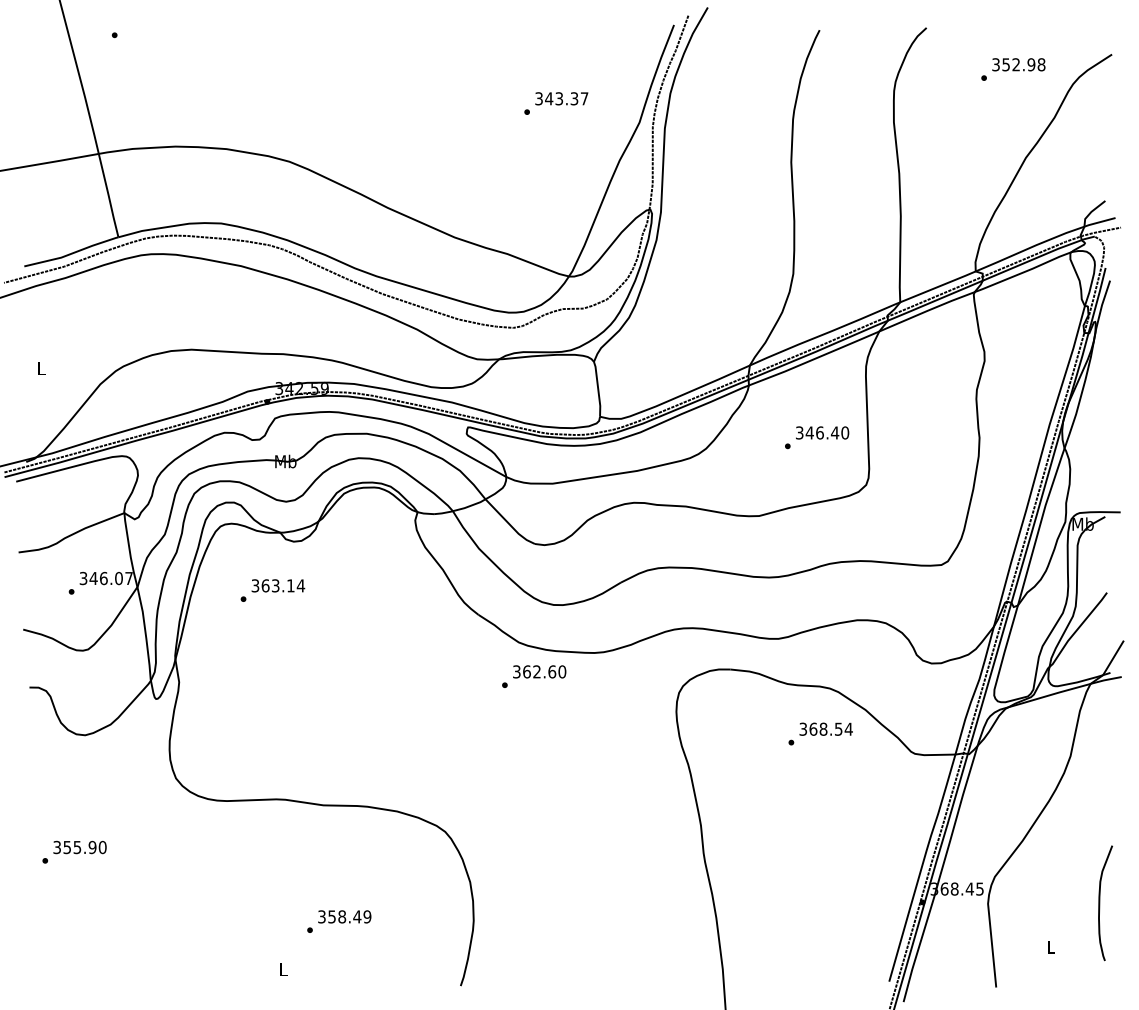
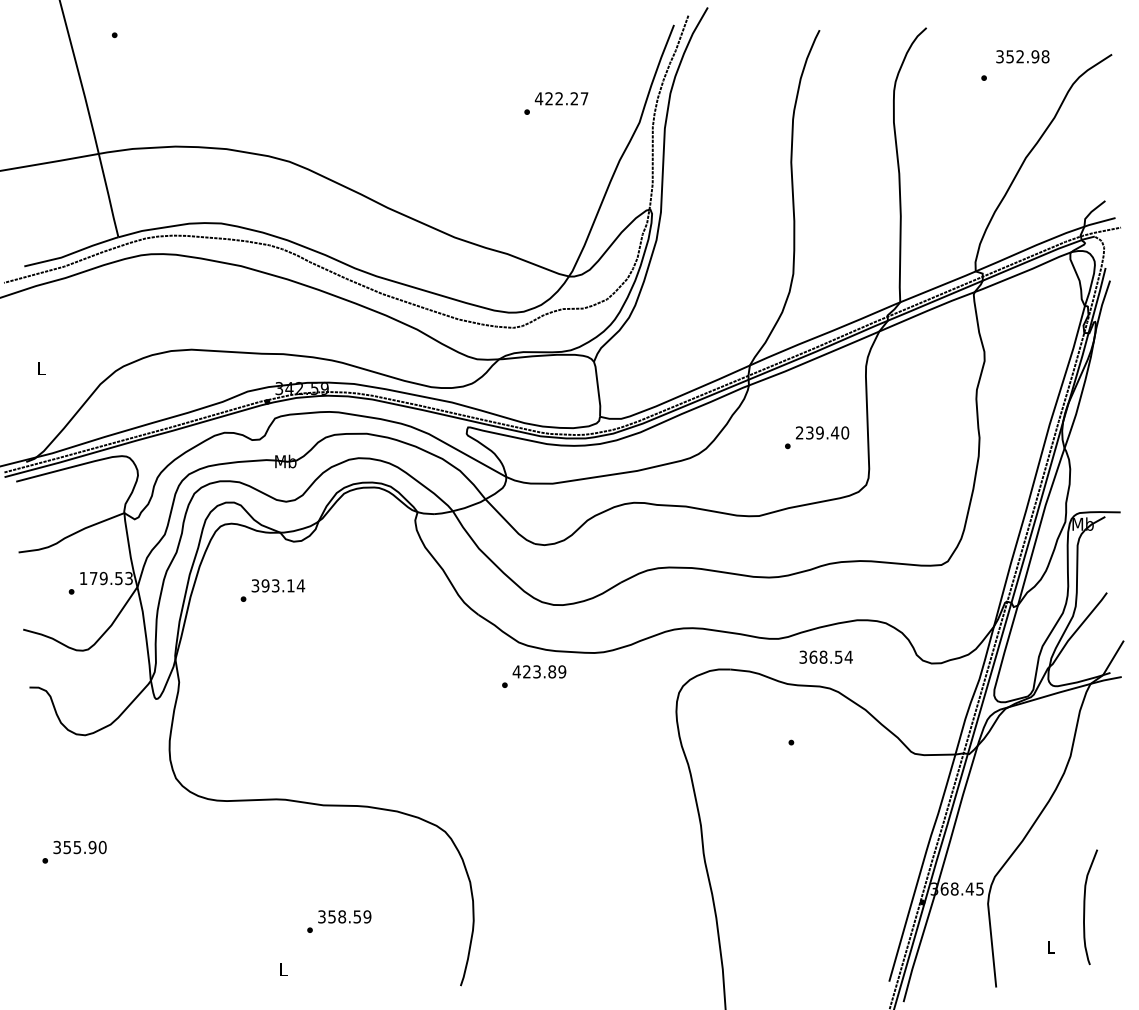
text at (1018, 64) position: (1018, 64) -> (1022, 56)
text at (556, 98): 343.37 -> 422.27
text at (809, 432): 346.40 -> 239.40
text at (105, 578): 346.07 -> 179.53
text at (265, 585): 363.14 -> 393.14
text at (539, 671): 362.60 -> 423.89
text at (825, 728) position: (825, 728) -> (825, 656)
curve at (1100, 903) position: (1100, 903) -> (1085, 907)
text at (357, 916): 358.49 -> 358.59
